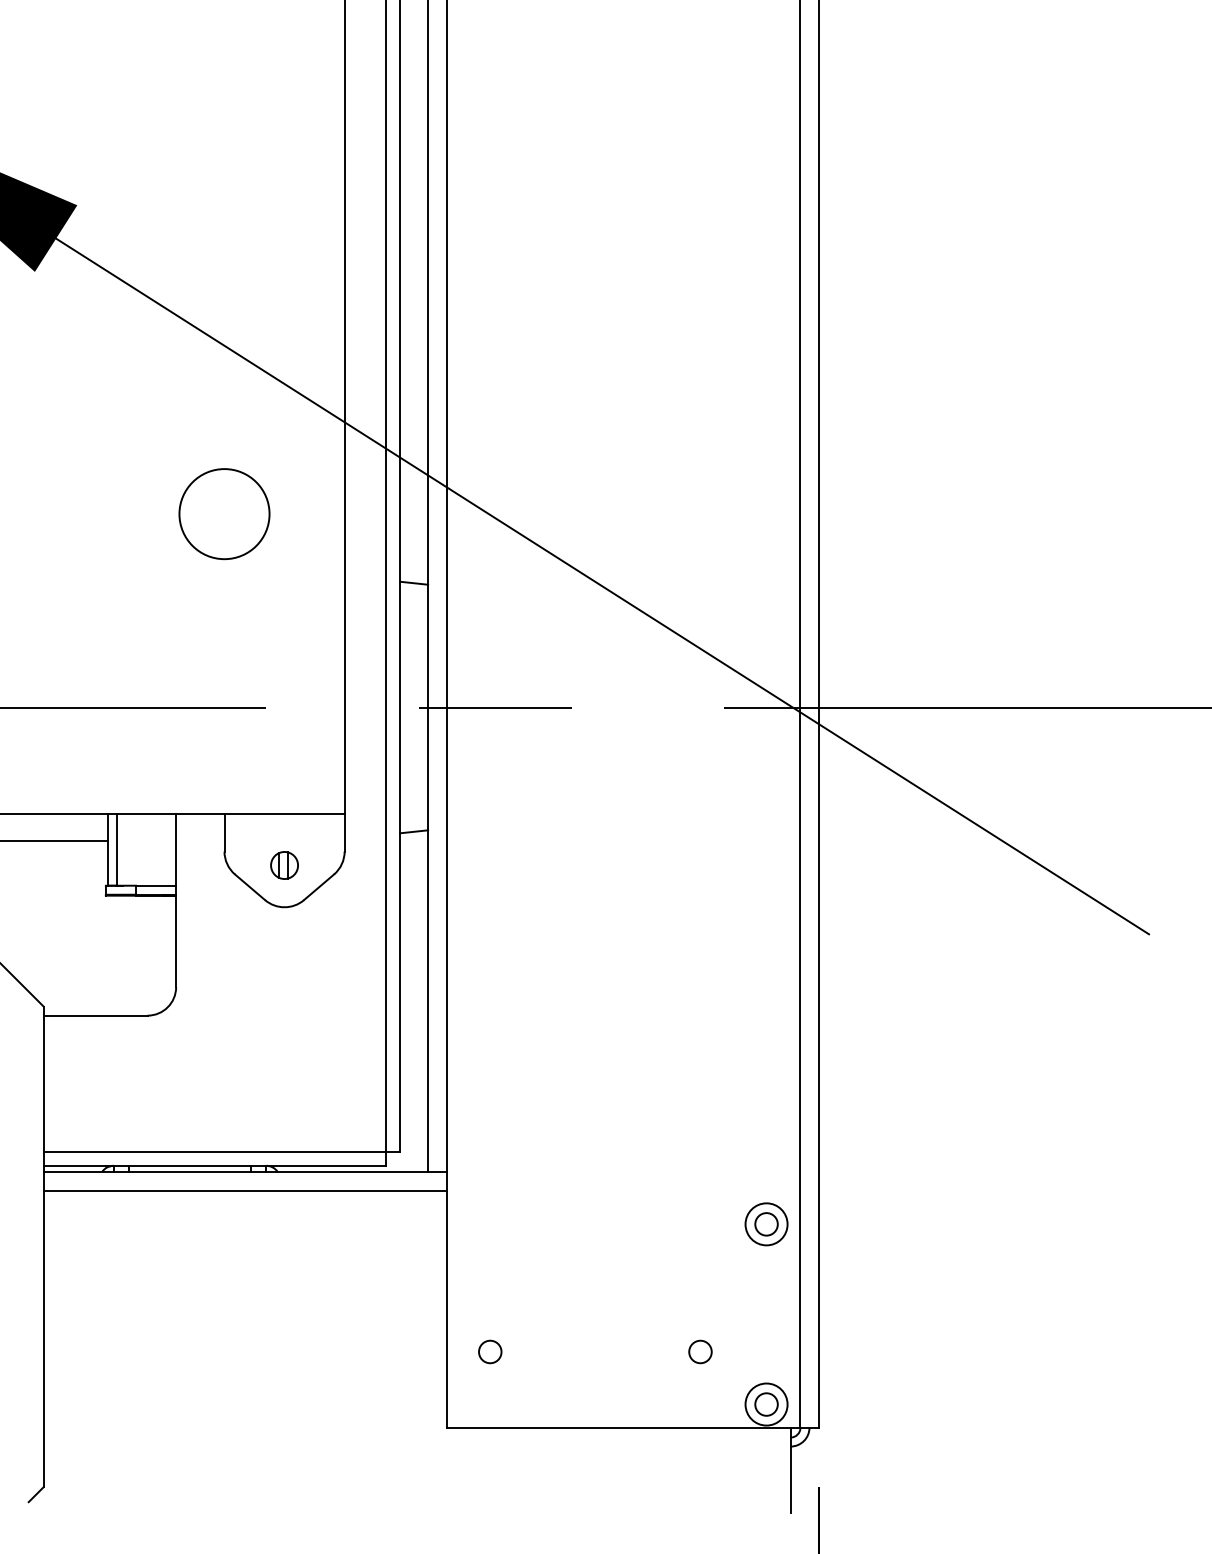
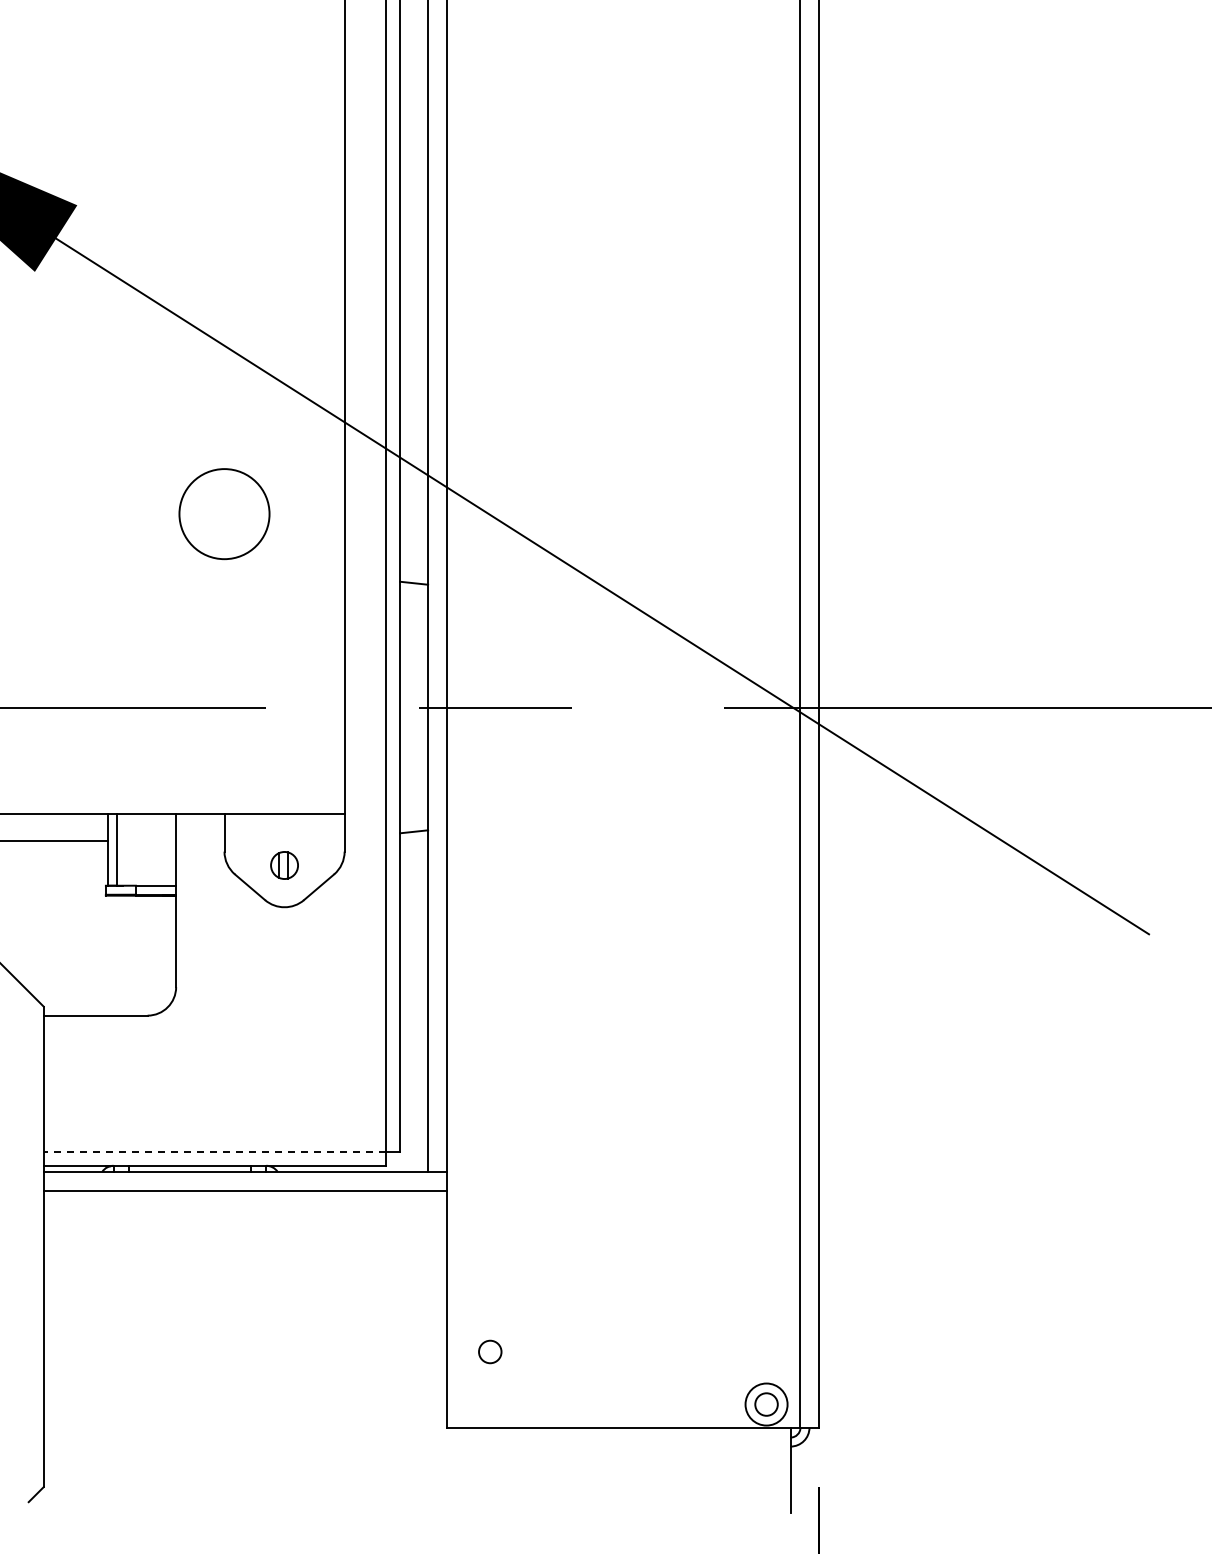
line at (214, 1151): solid -> dashed
part at (766, 1224): present -> none
circle at (700, 1351): present -> none
